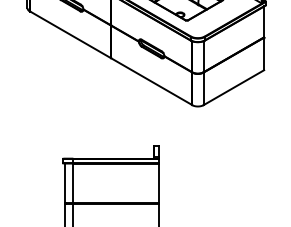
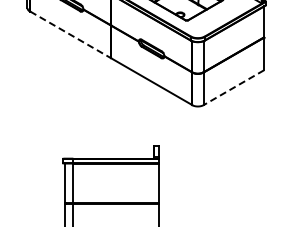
line at (70, 34): solid -> dashed
line at (233, 87): solid -> dashed
